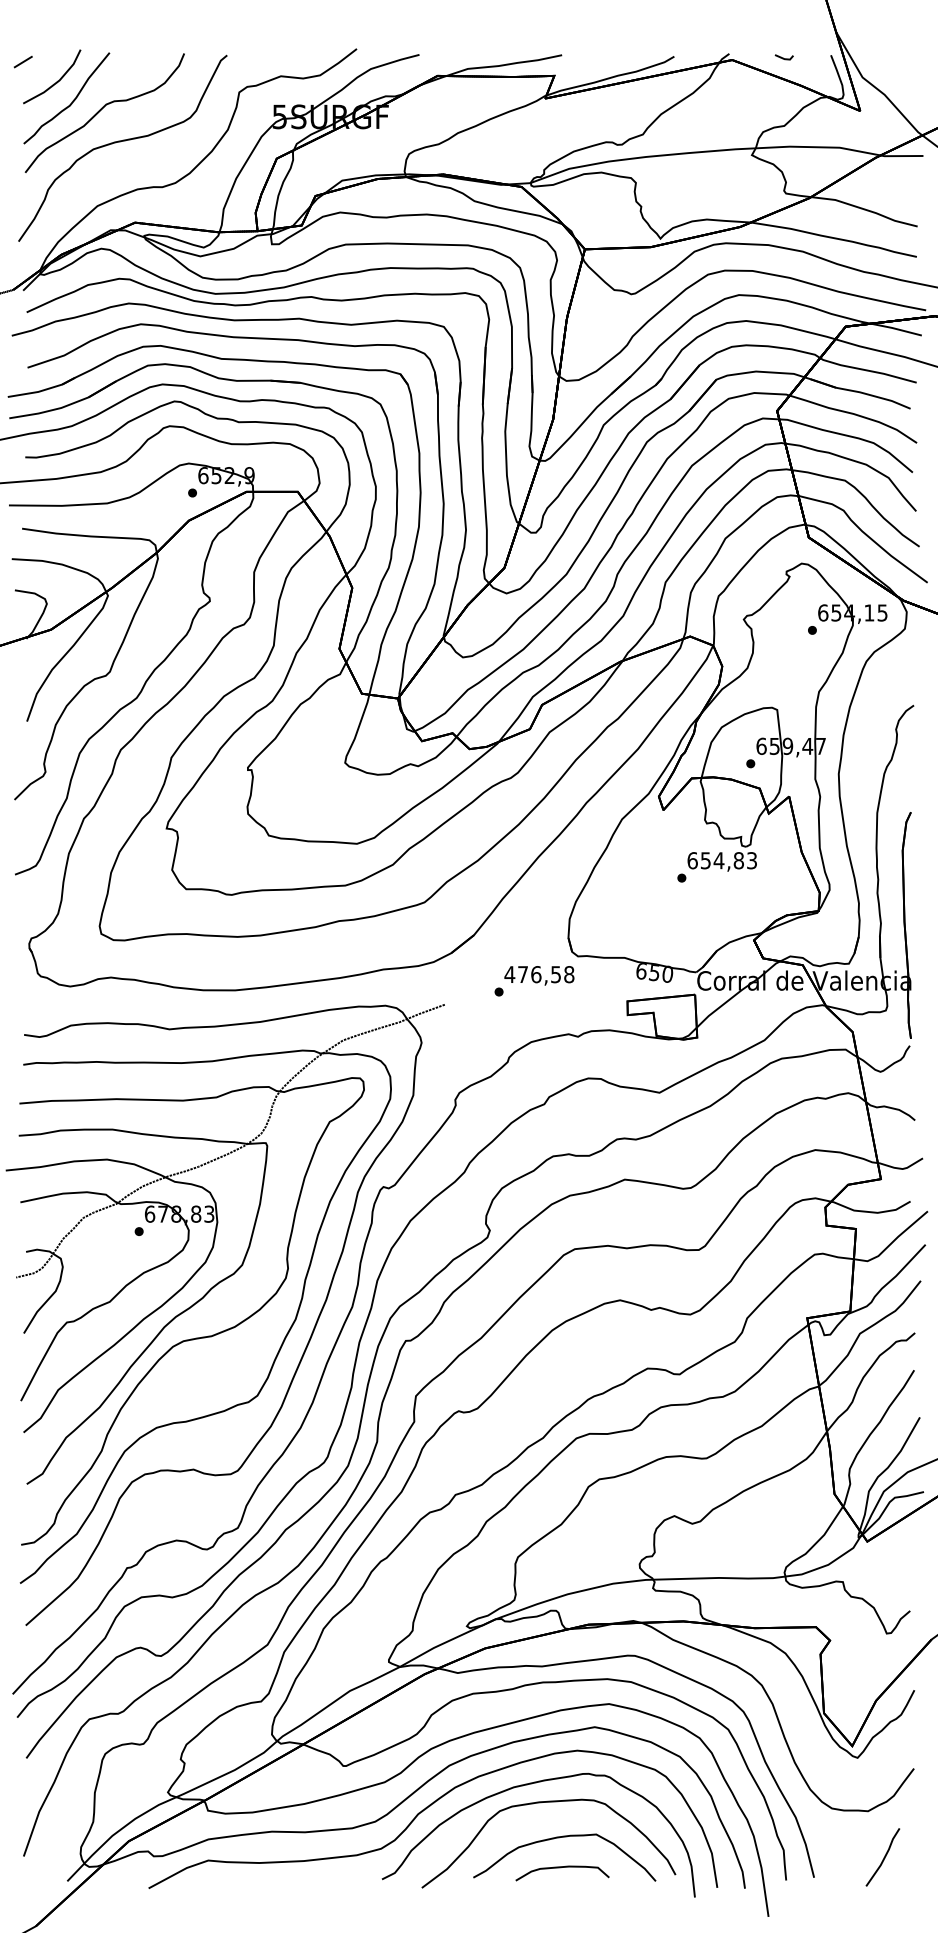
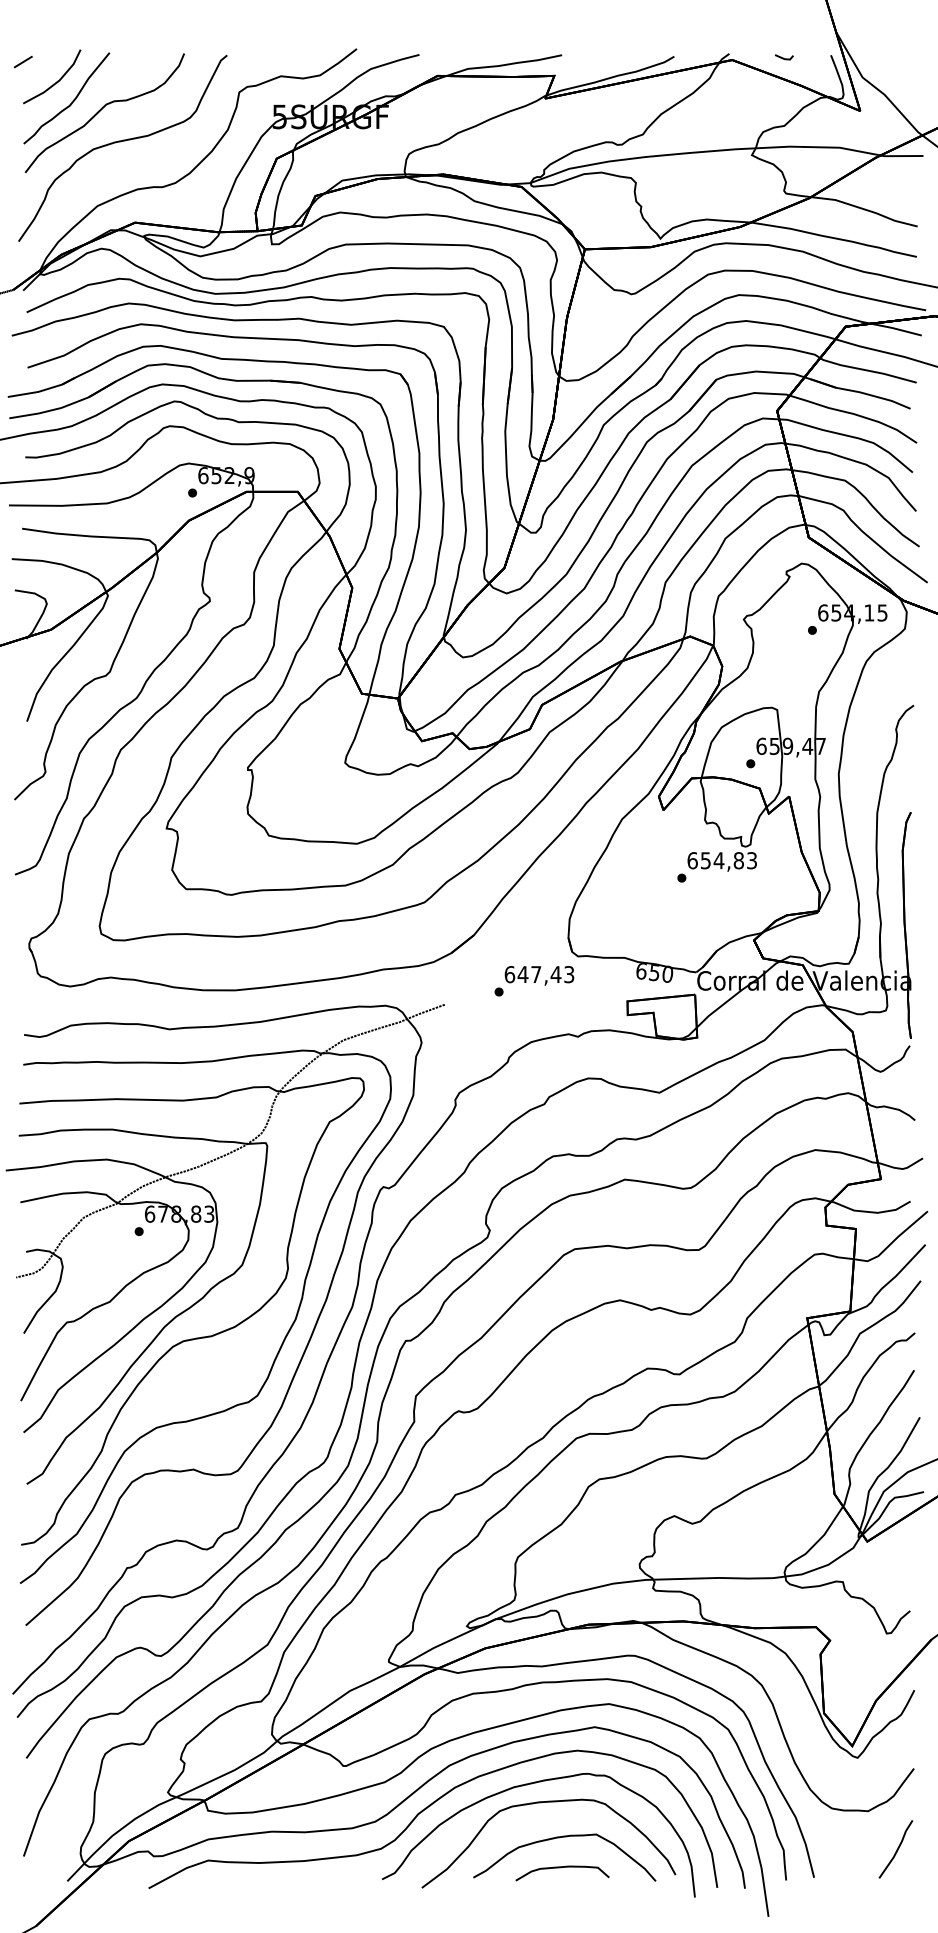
text at (539, 974): 476,58 -> 647,43
line at (883, 1857) position: (883, 1857) -> (896, 1849)
